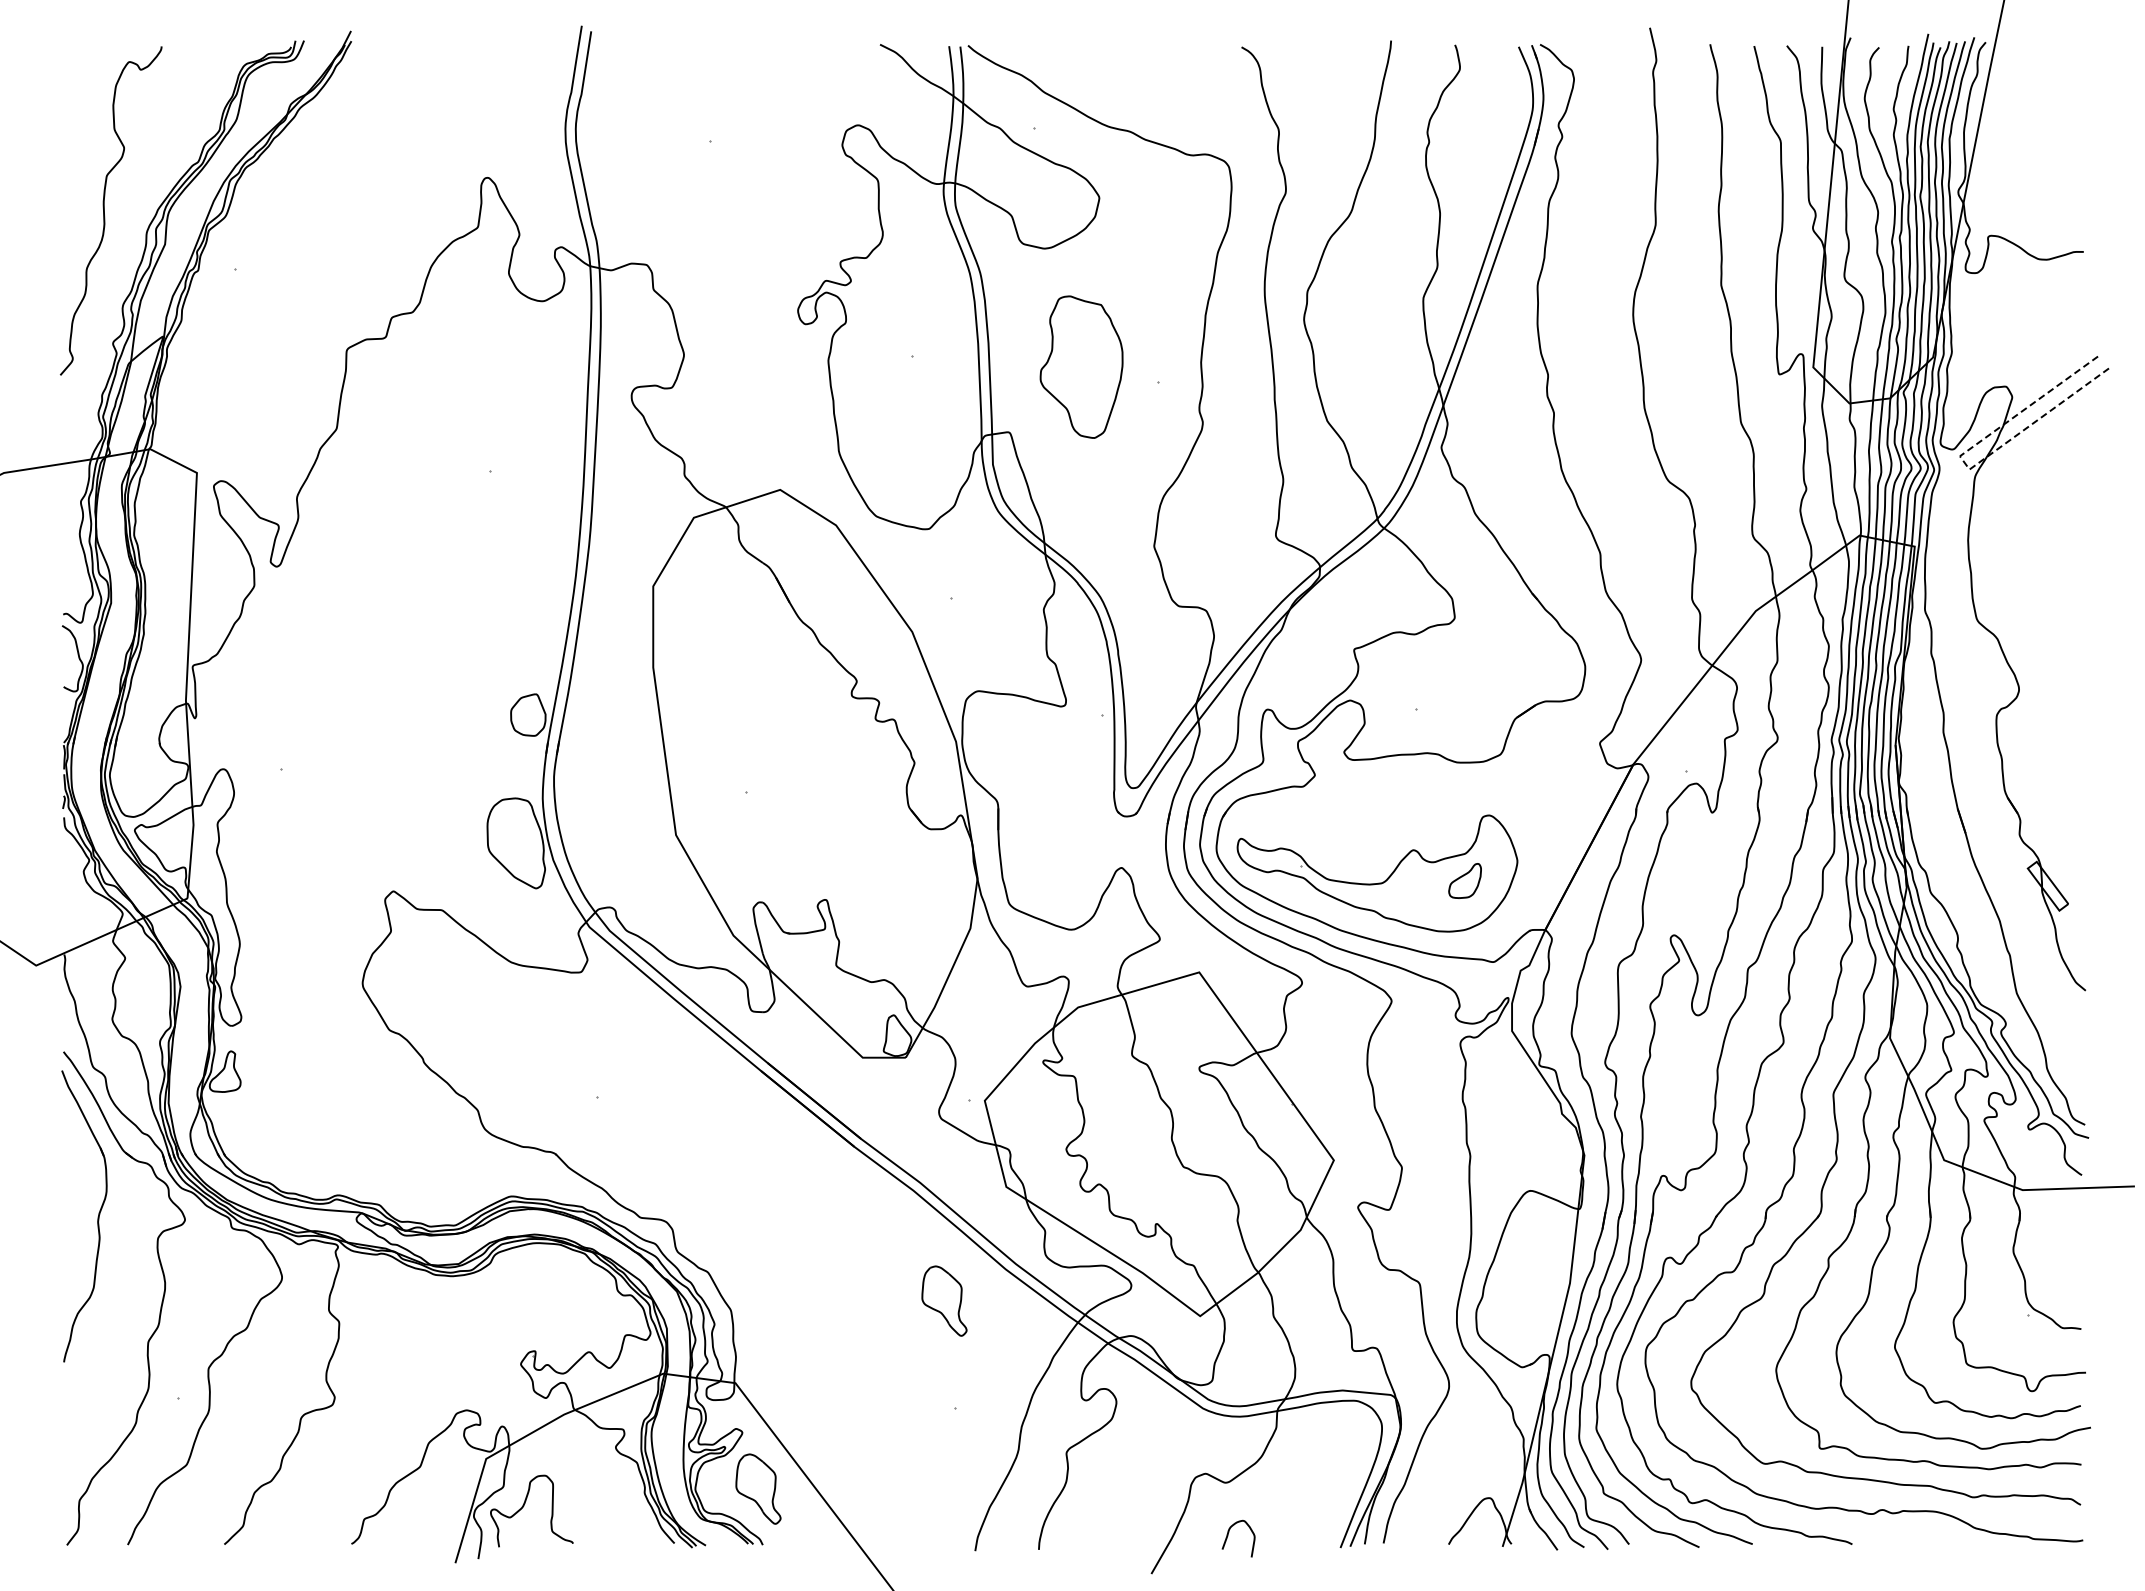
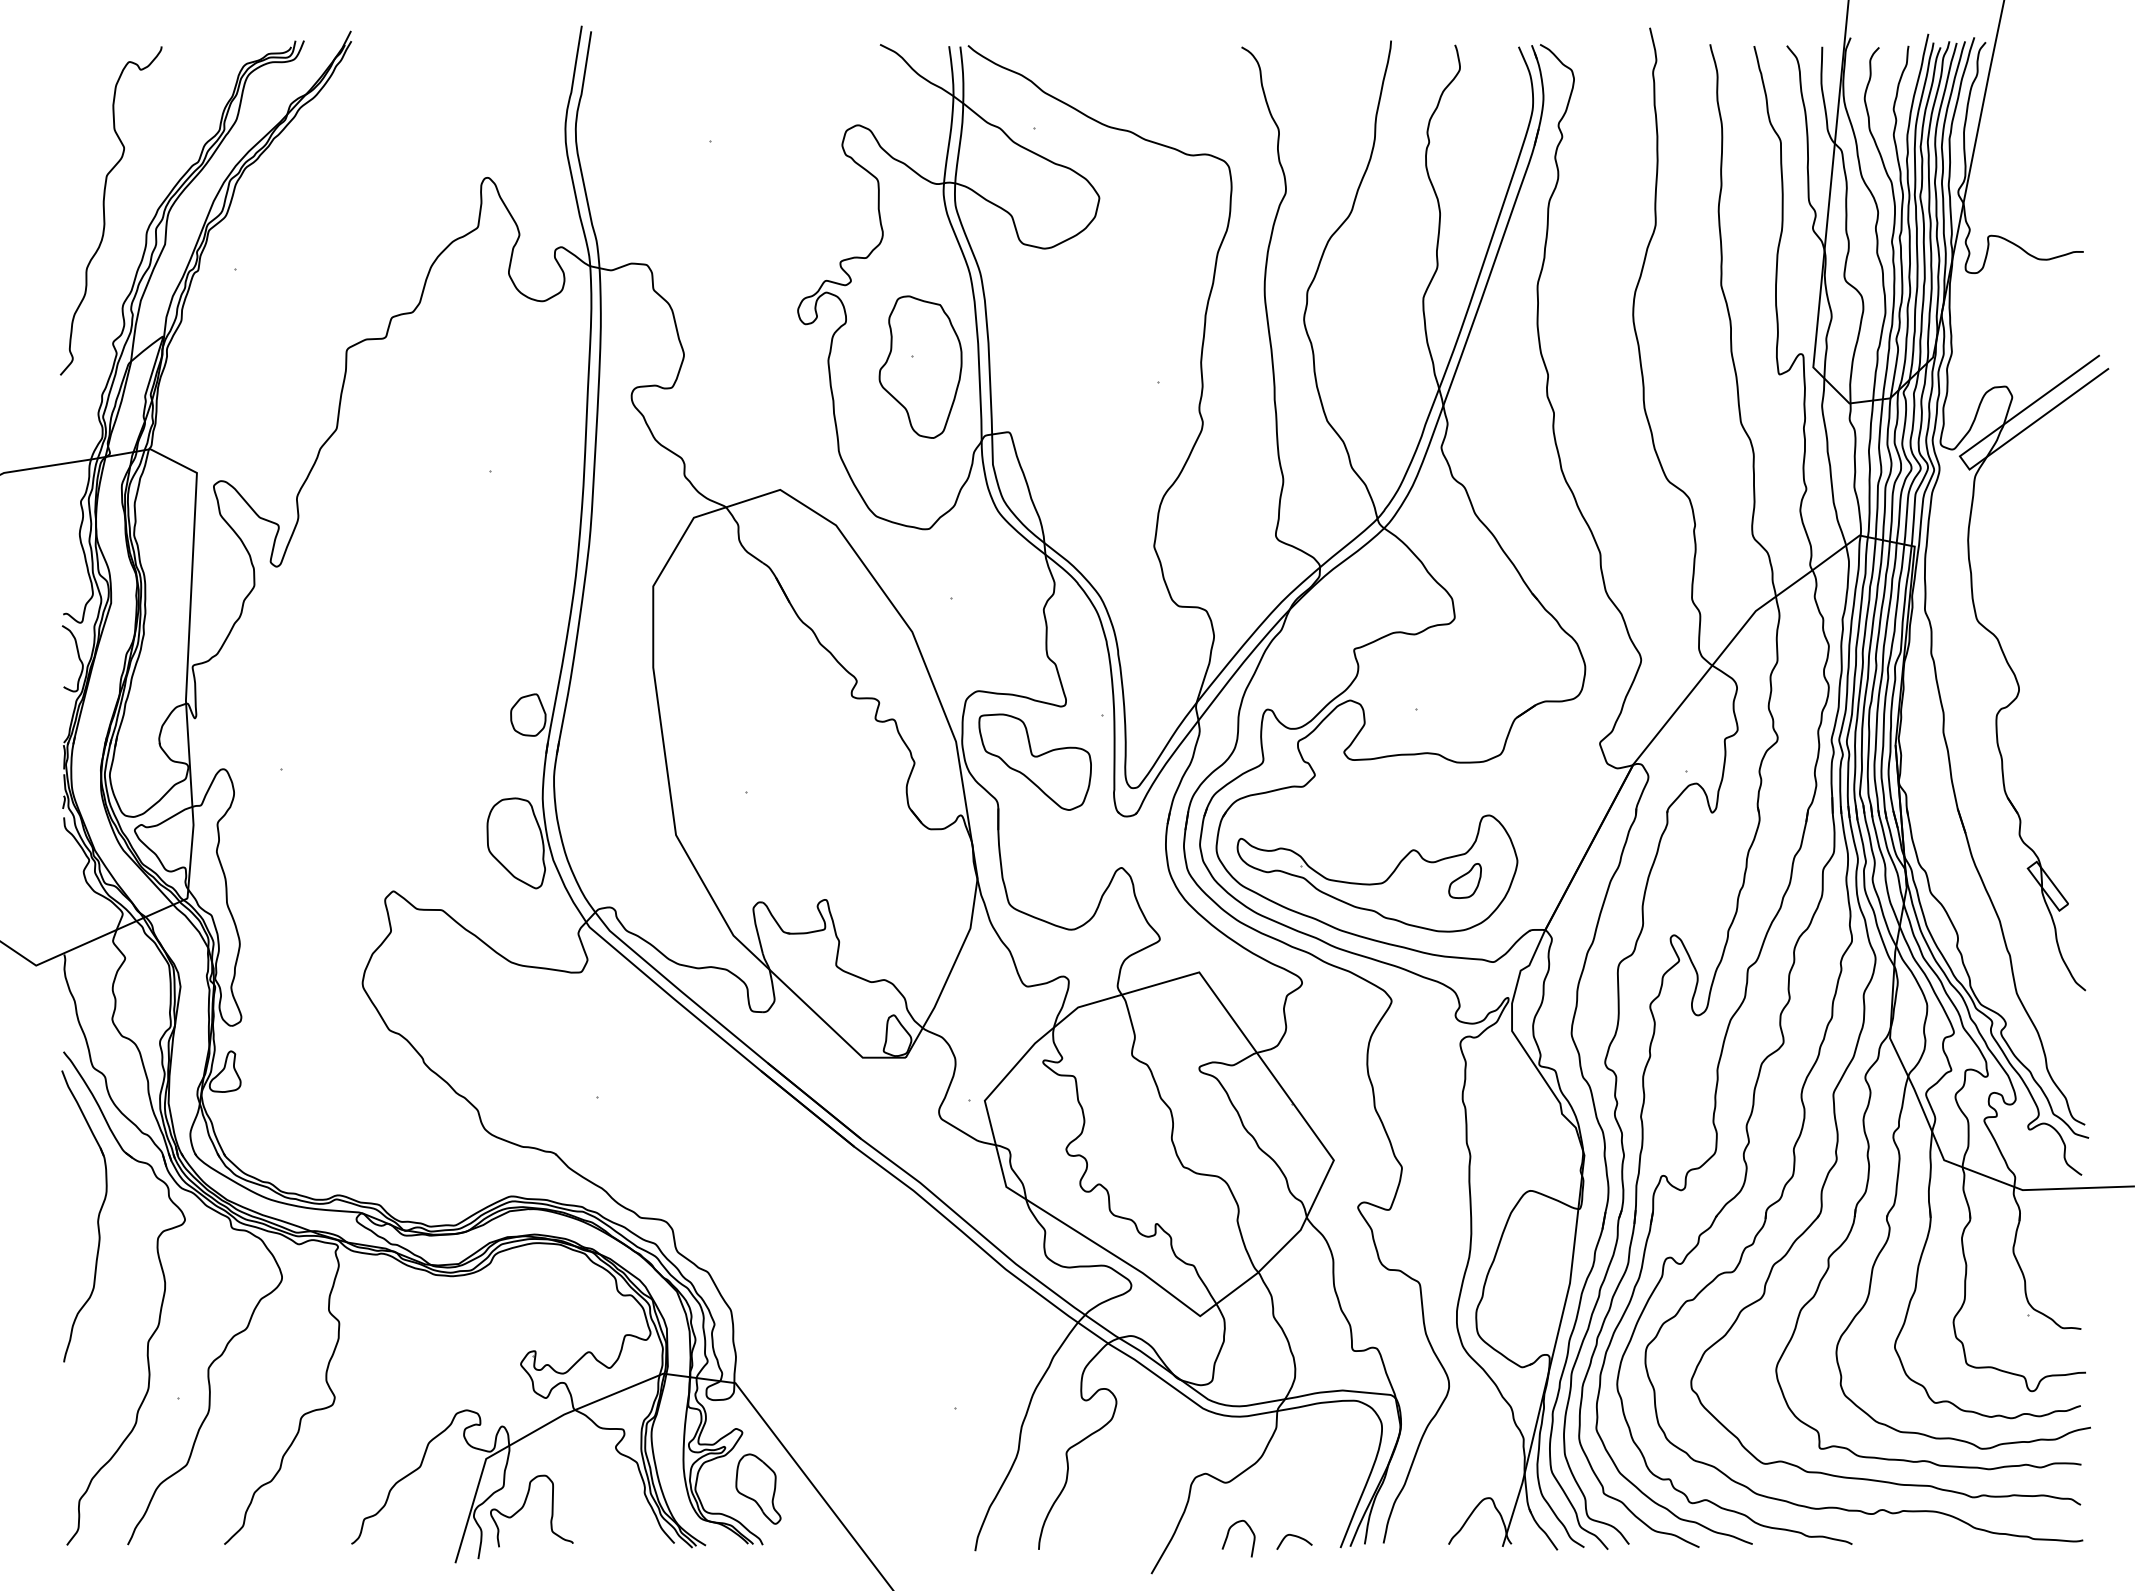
part at (1081, 366) position: (1081, 366) -> (920, 366)
line at (1964, 462): dashed -> solid
part at (1034, 761): none -> present
part at (944, 1300): present -> none
curve at (1296, 1537): none -> present
